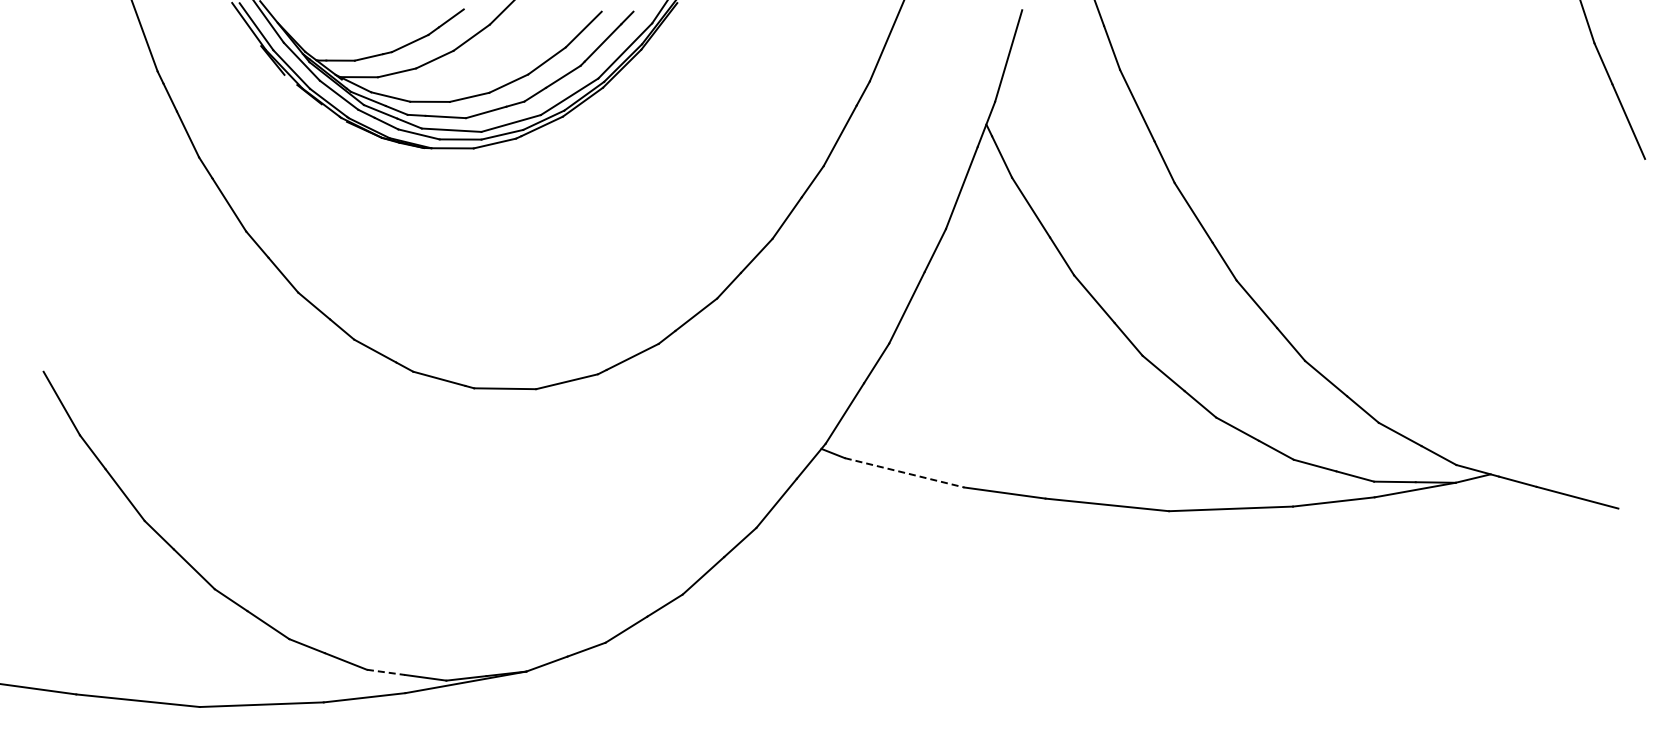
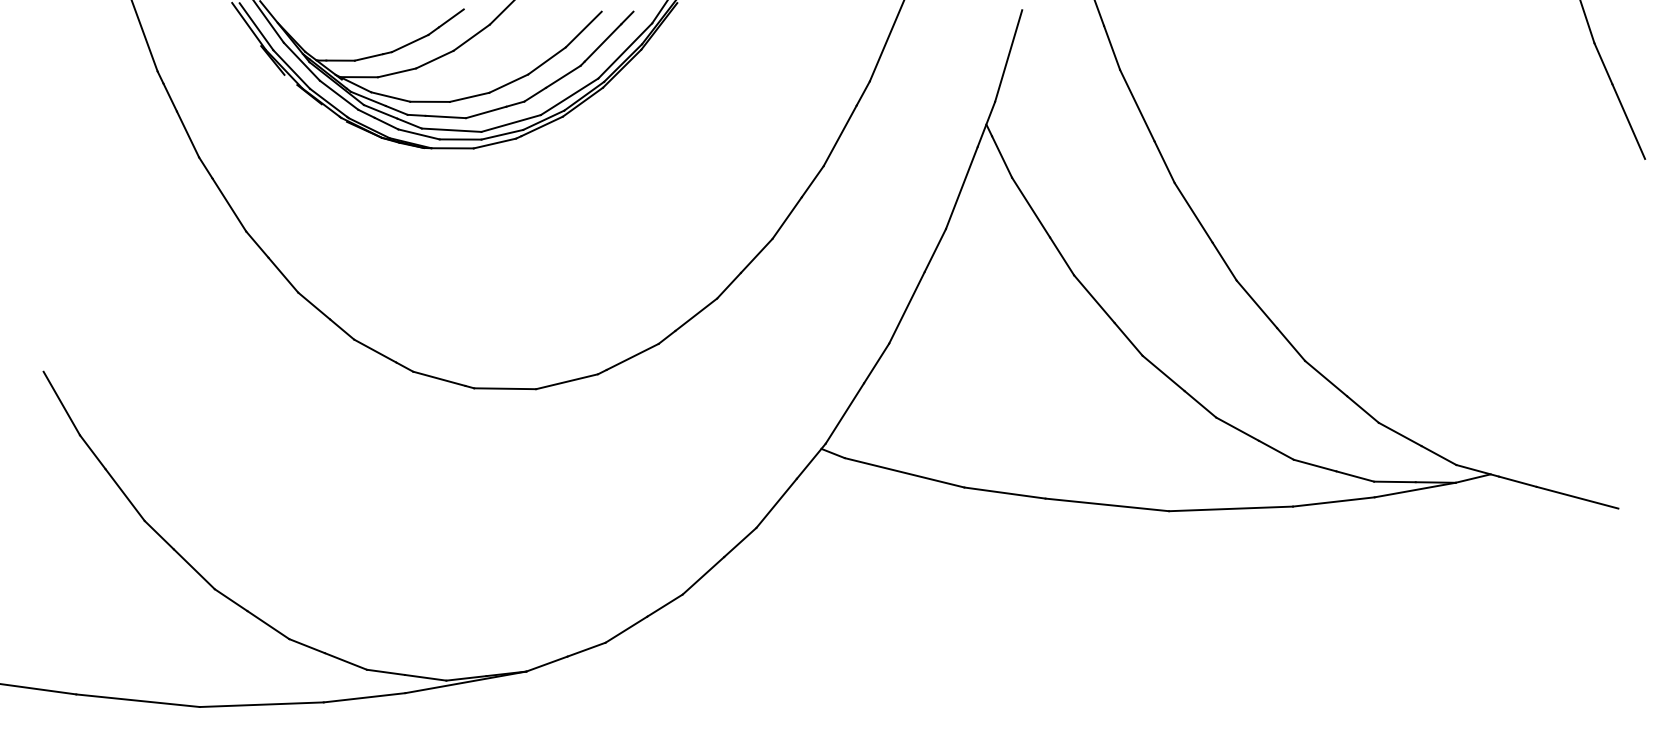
line at (904, 472): dashed -> solid
line at (386, 672): dashed -> solid
